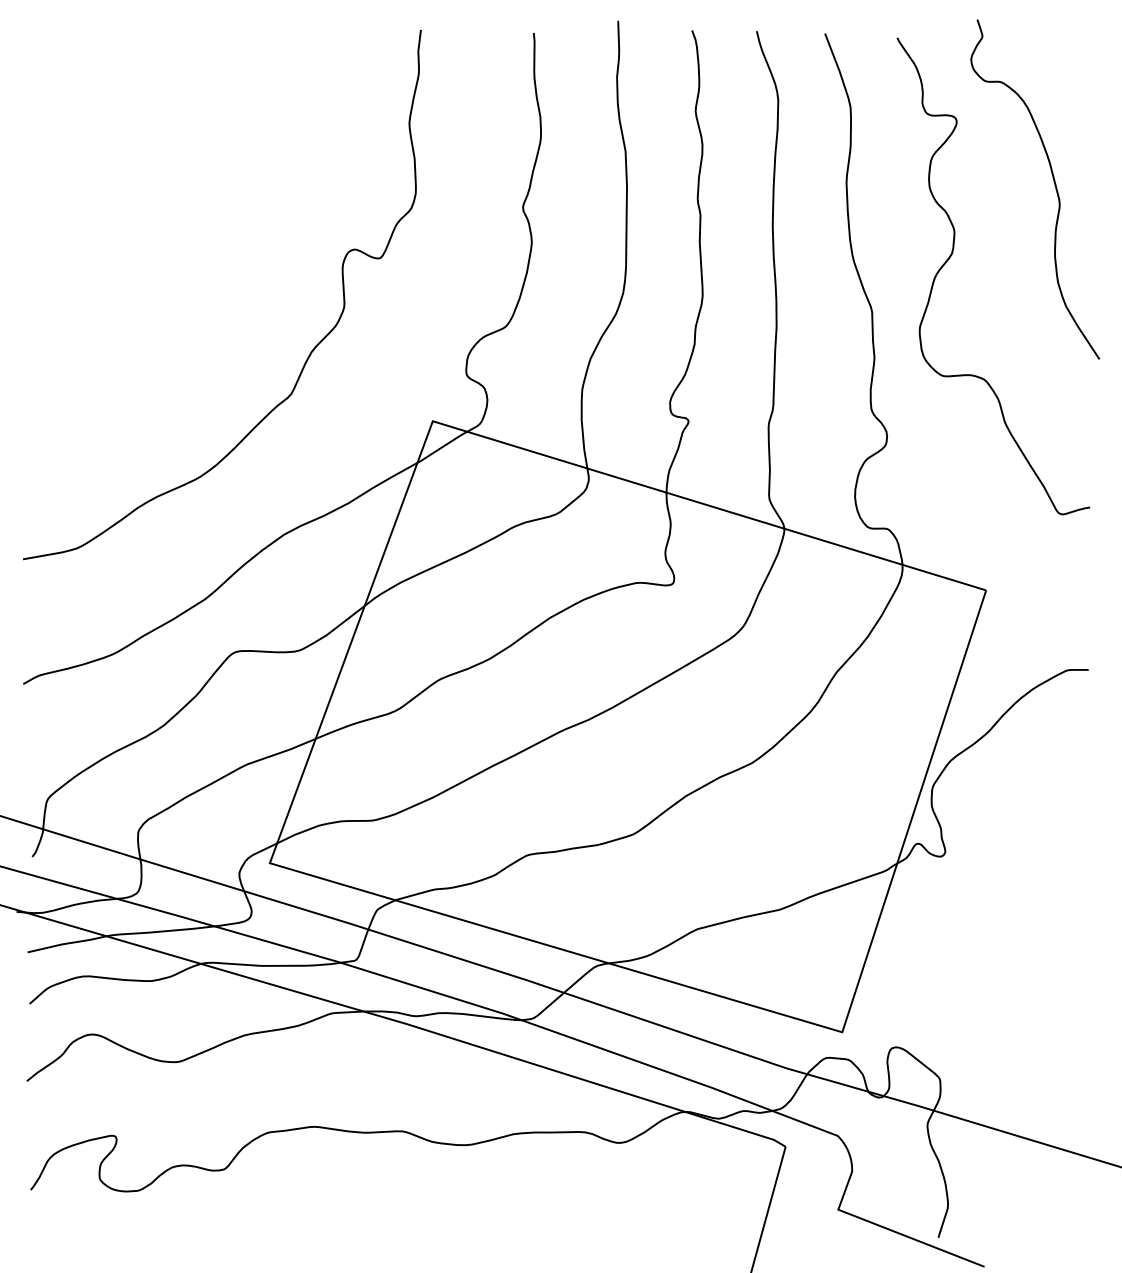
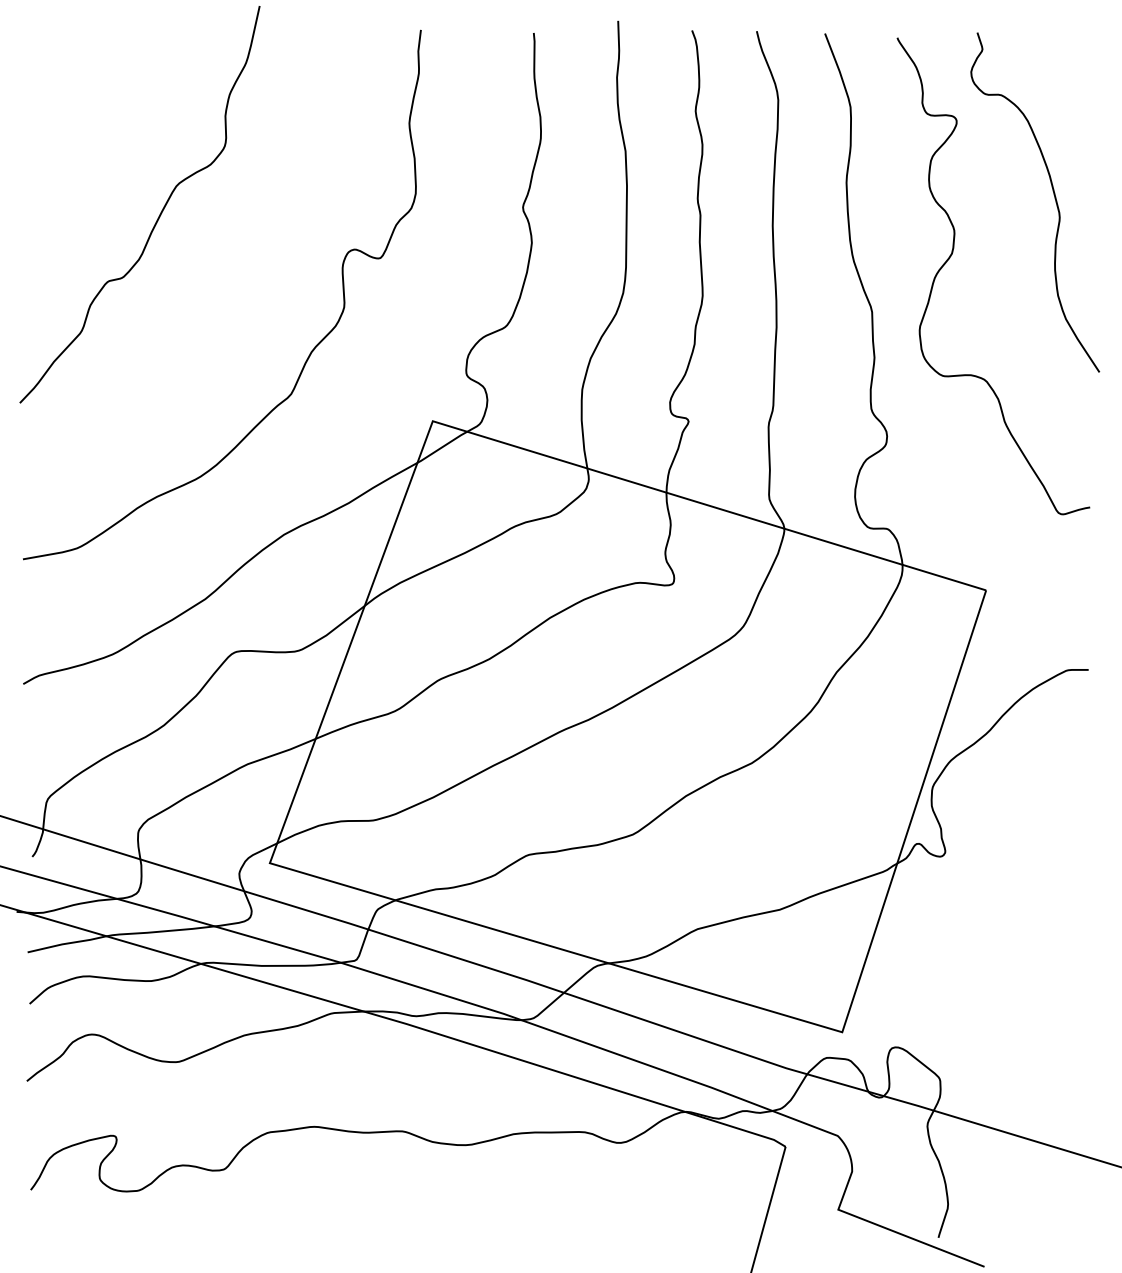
curve at (1053, 182) position: (1053, 182) -> (1053, 195)
curve at (159, 214): none -> present
